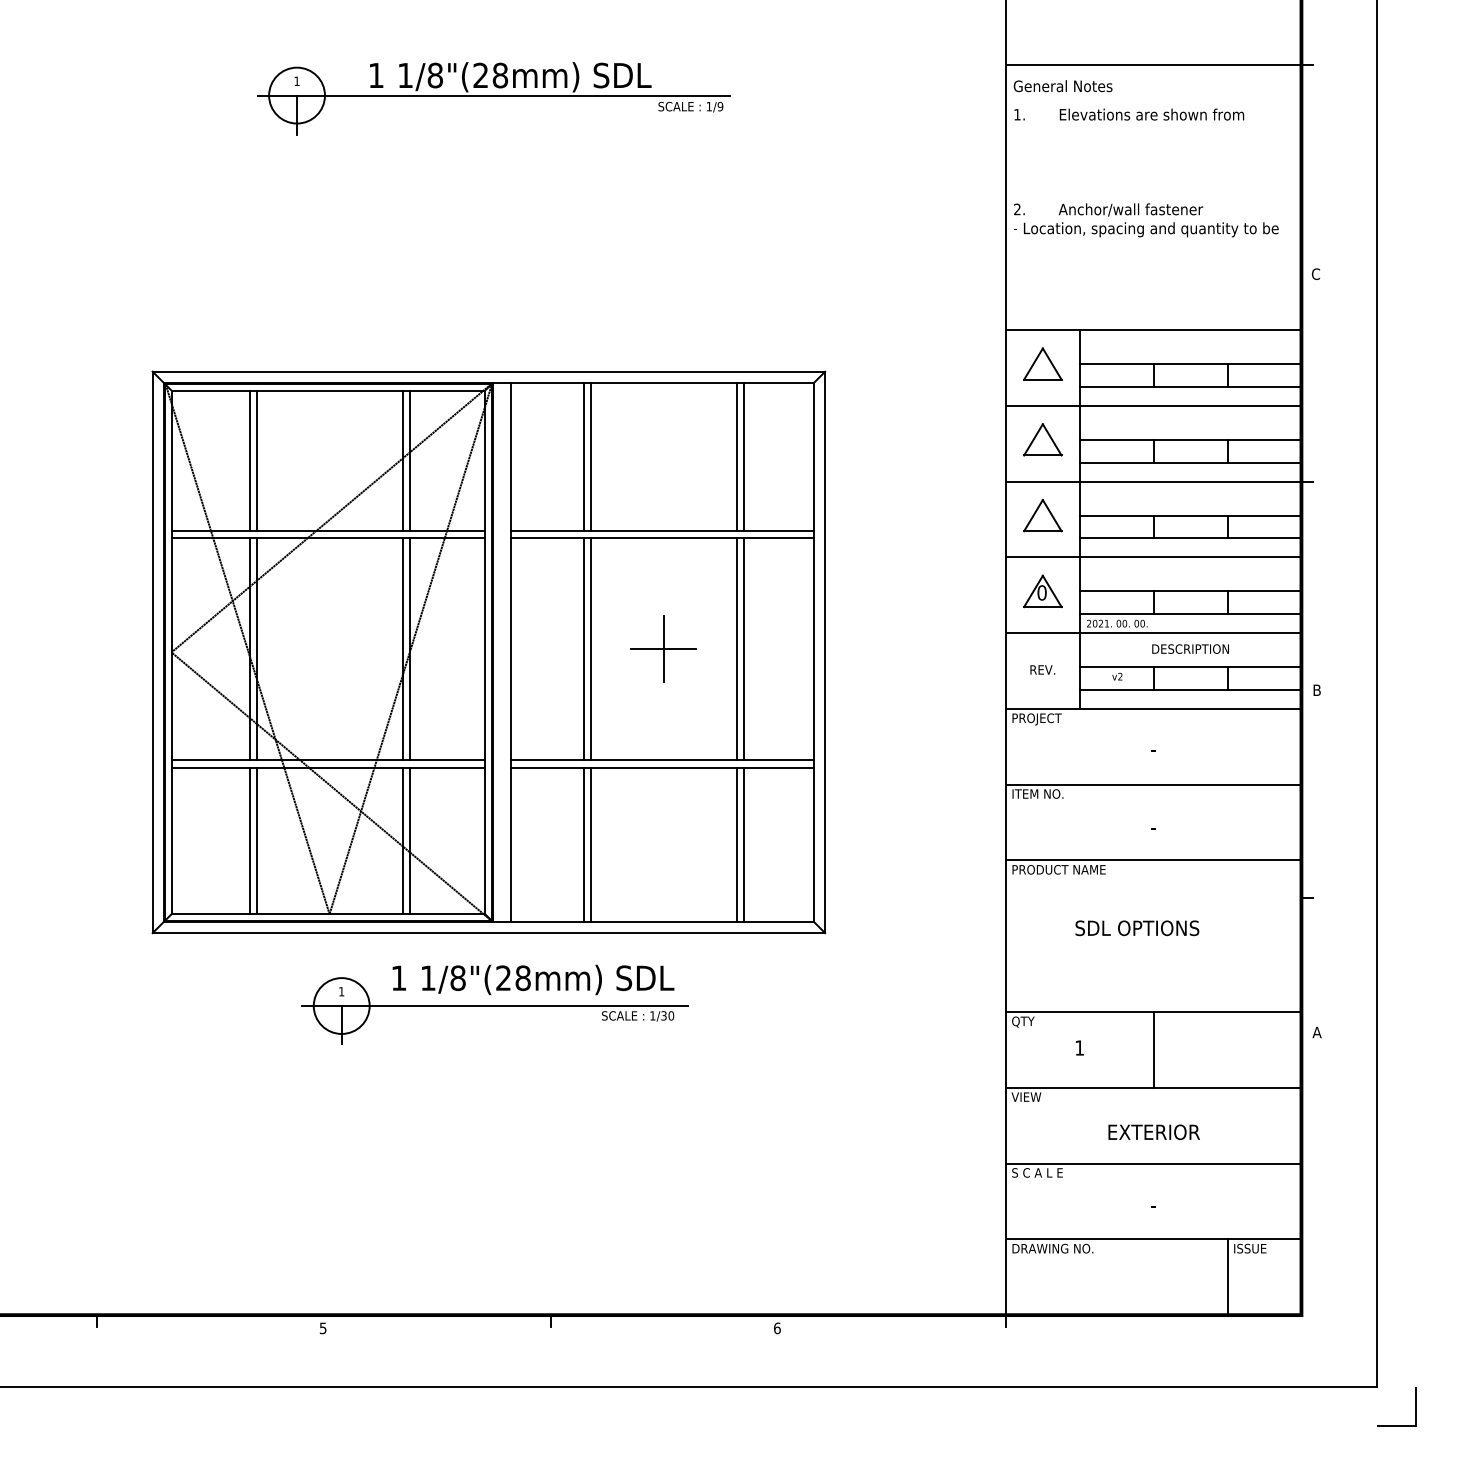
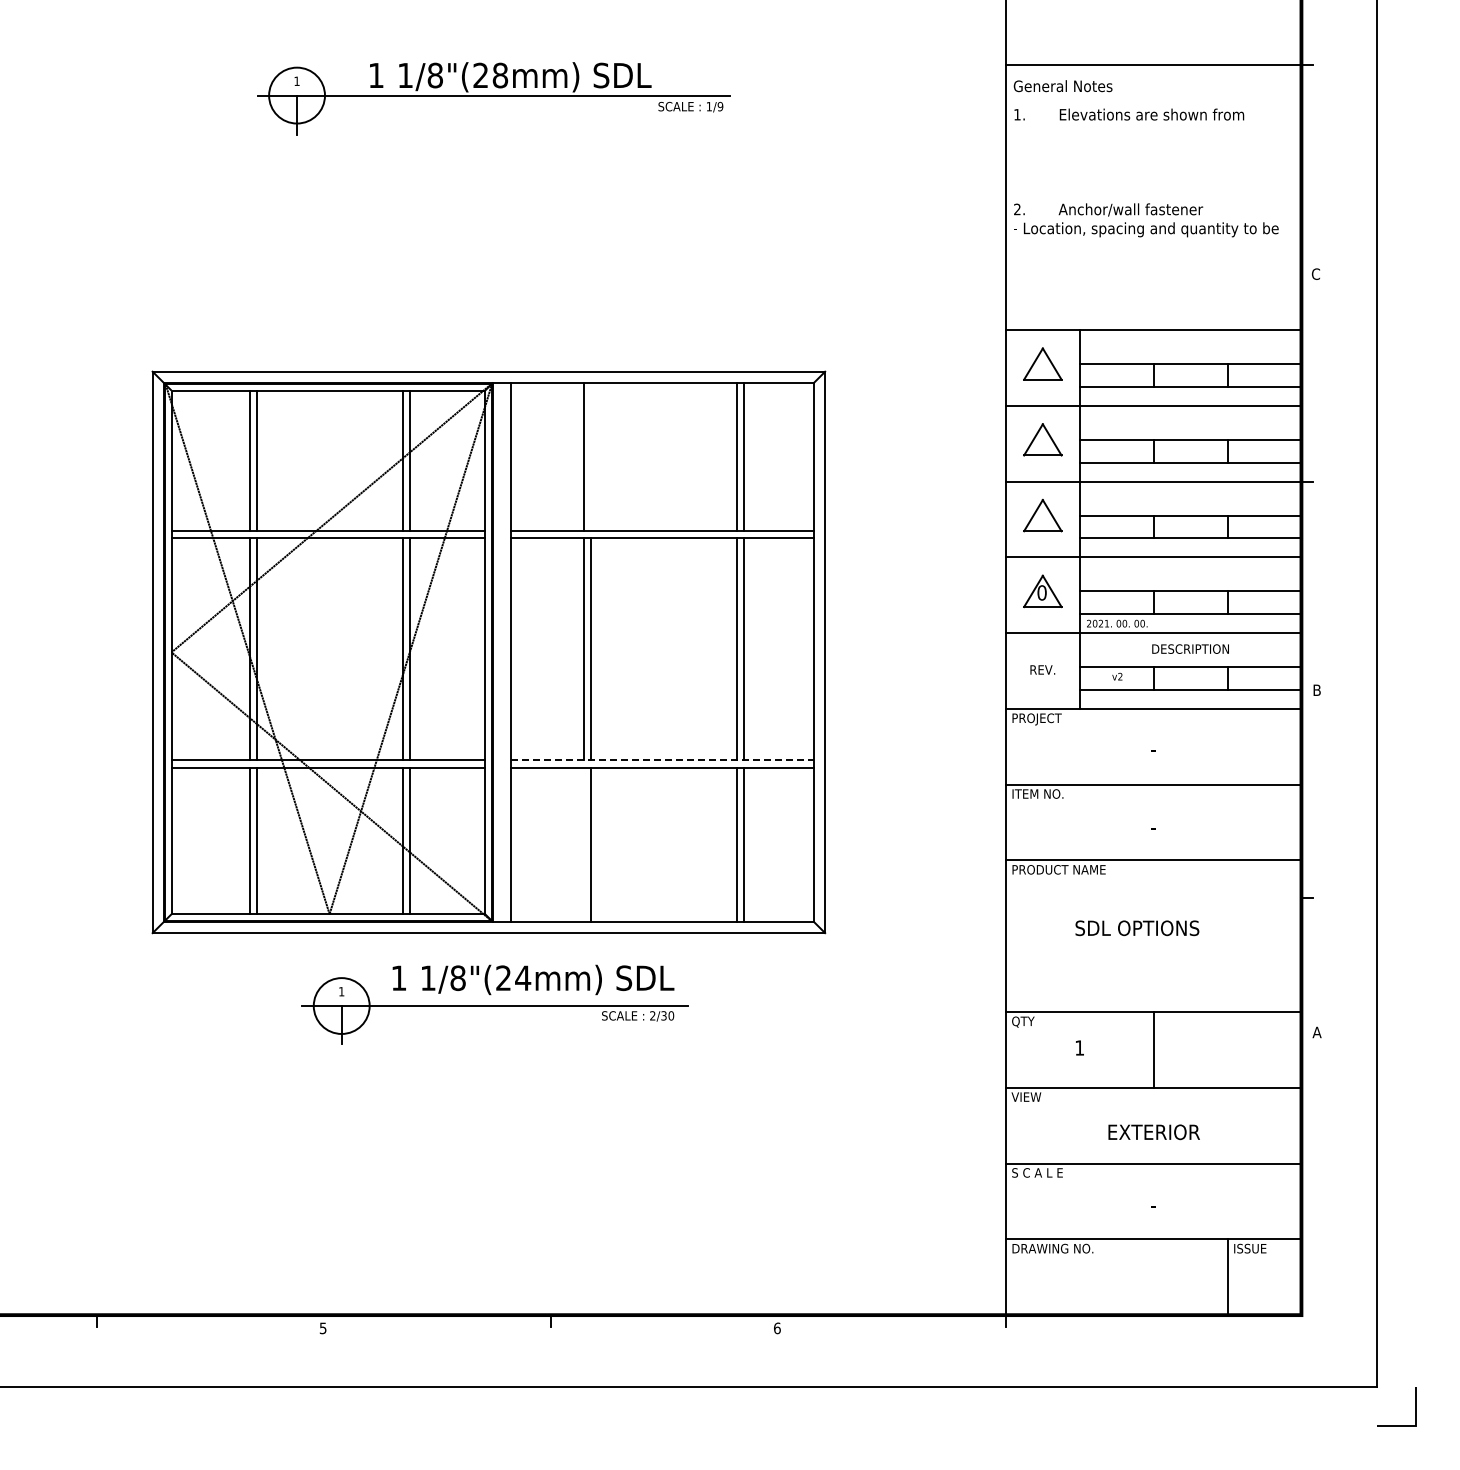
line at (591, 456): present -> none
part at (663, 648): present -> none
line at (662, 760): solid -> dashed
line at (584, 844): present -> none
text at (523, 978): 1/8"(28mm) -> 1/8"(24mm)
text at (652, 1015): 1/30 -> 2/30
